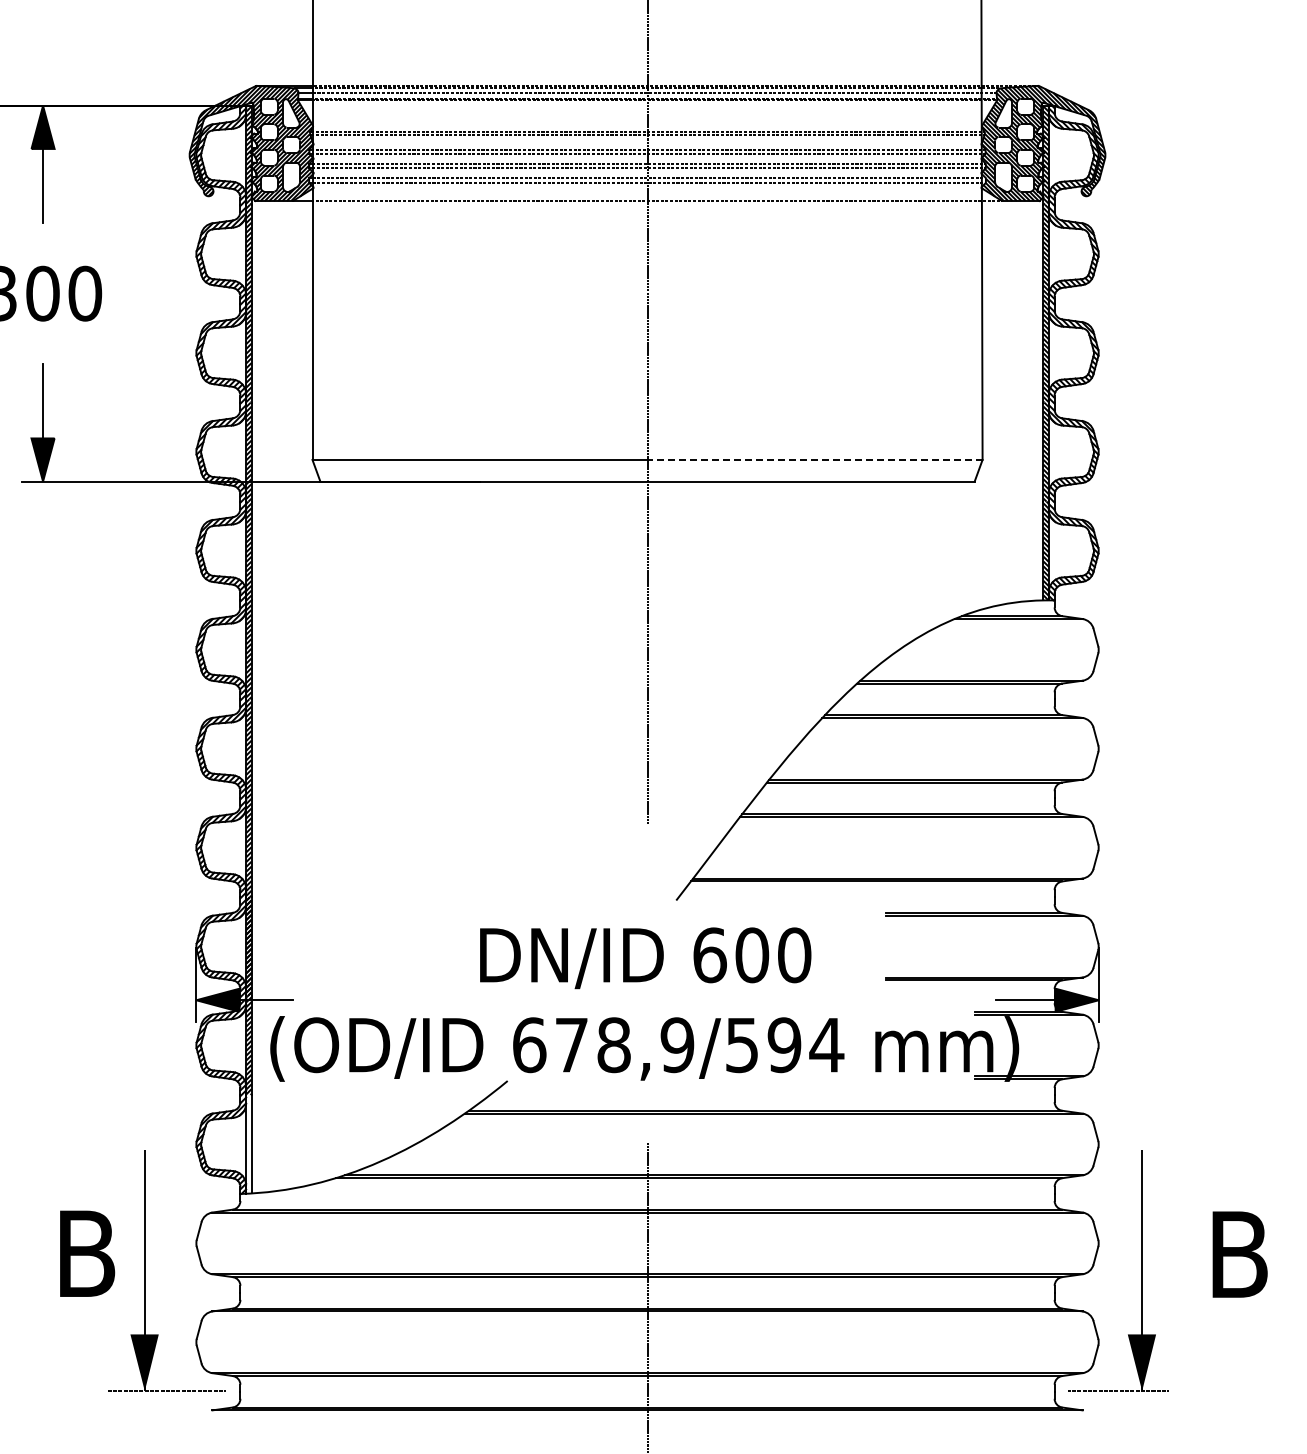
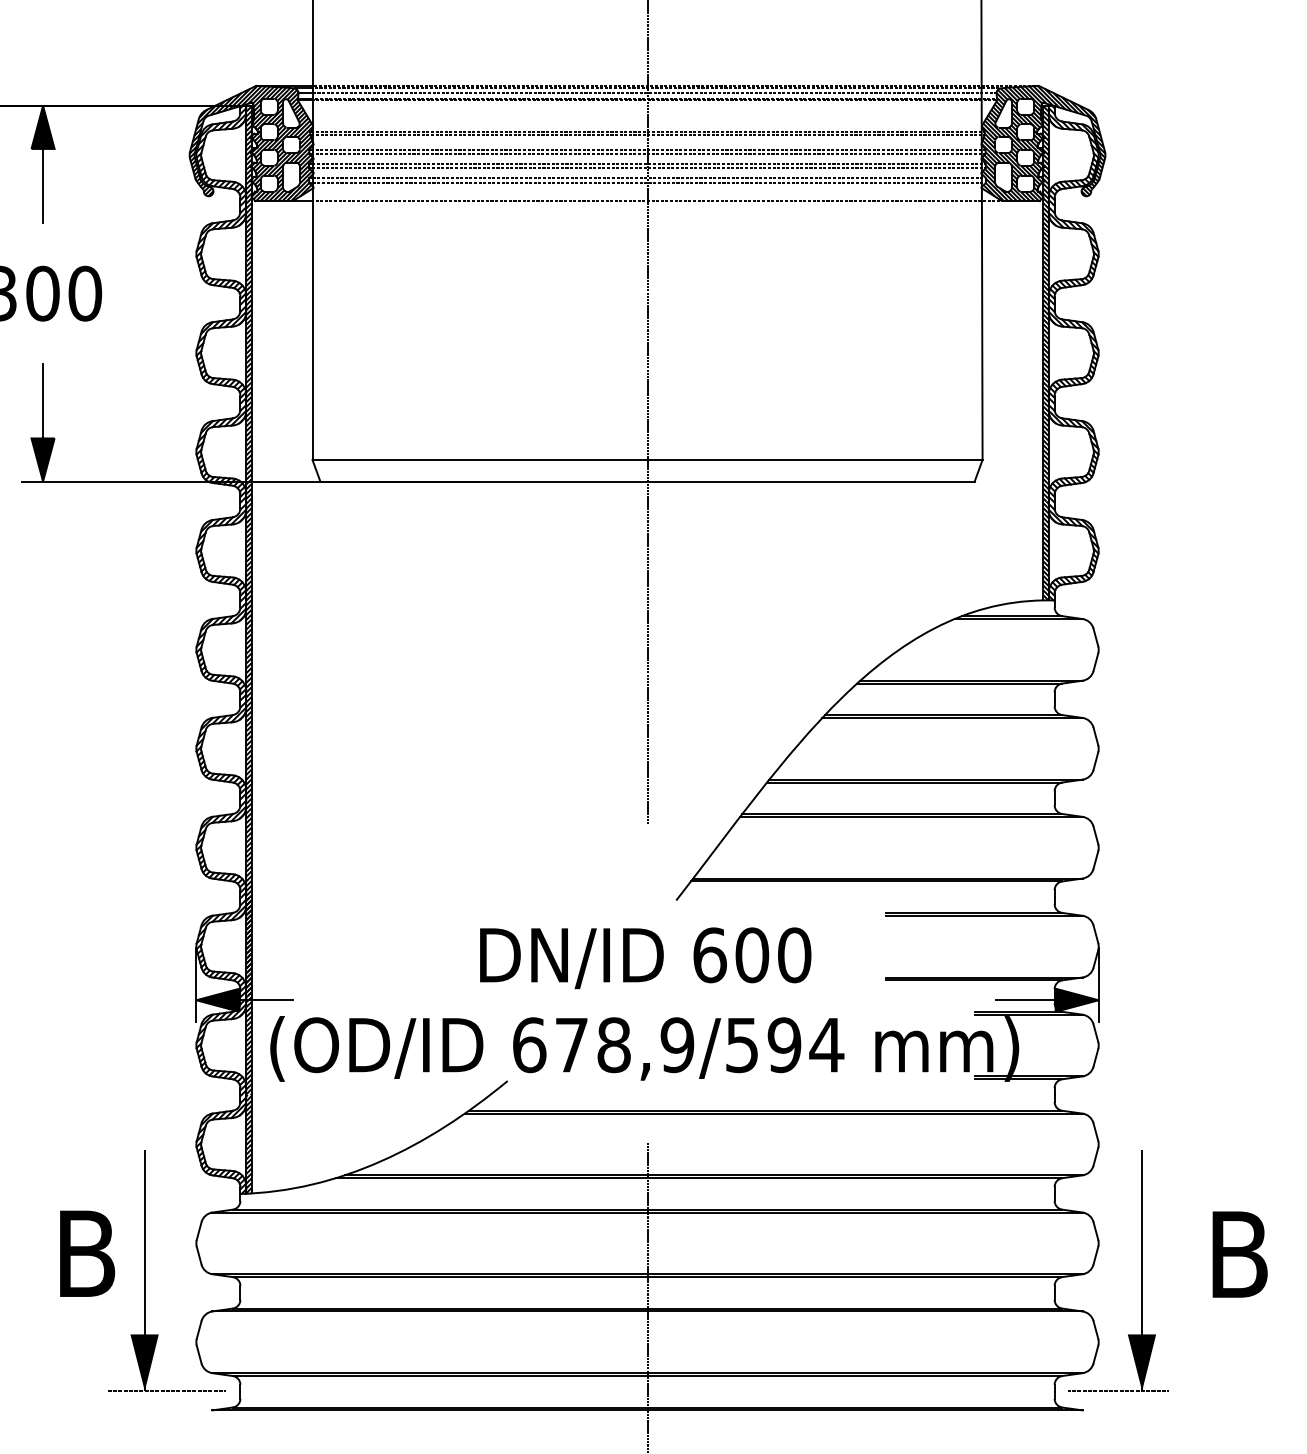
line at (815, 459): dashed -> solid
hatch at (248, 1144): none -> present
